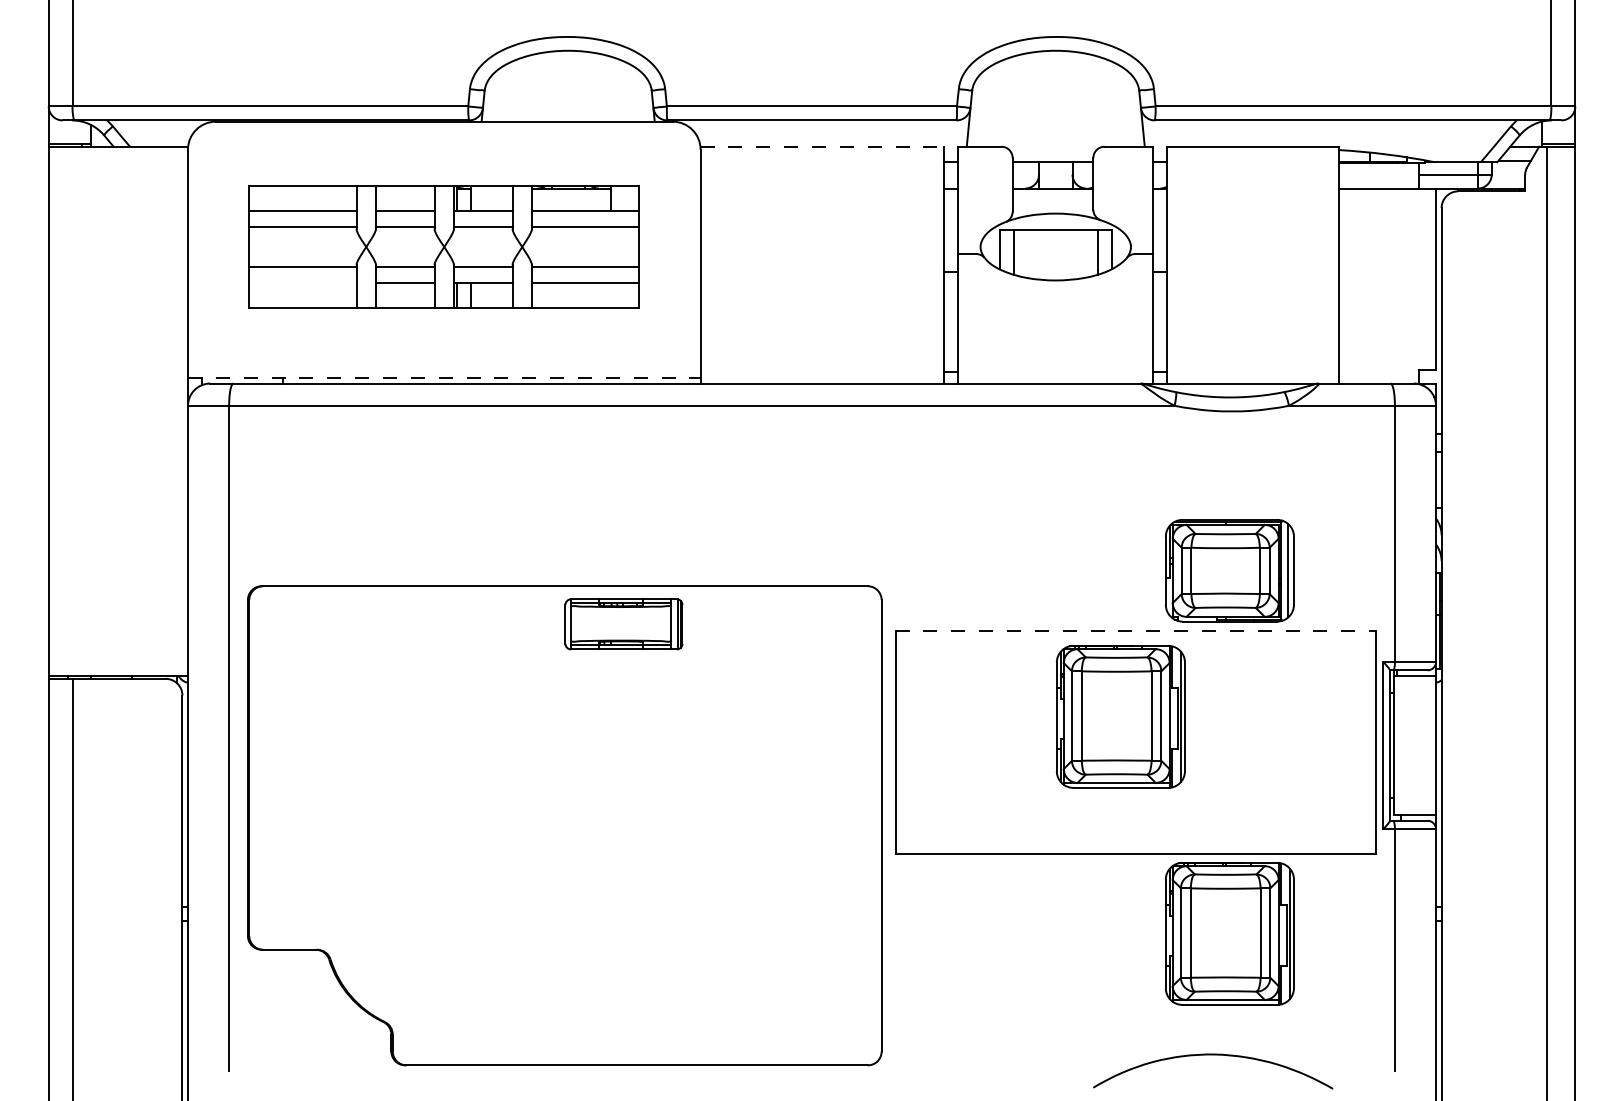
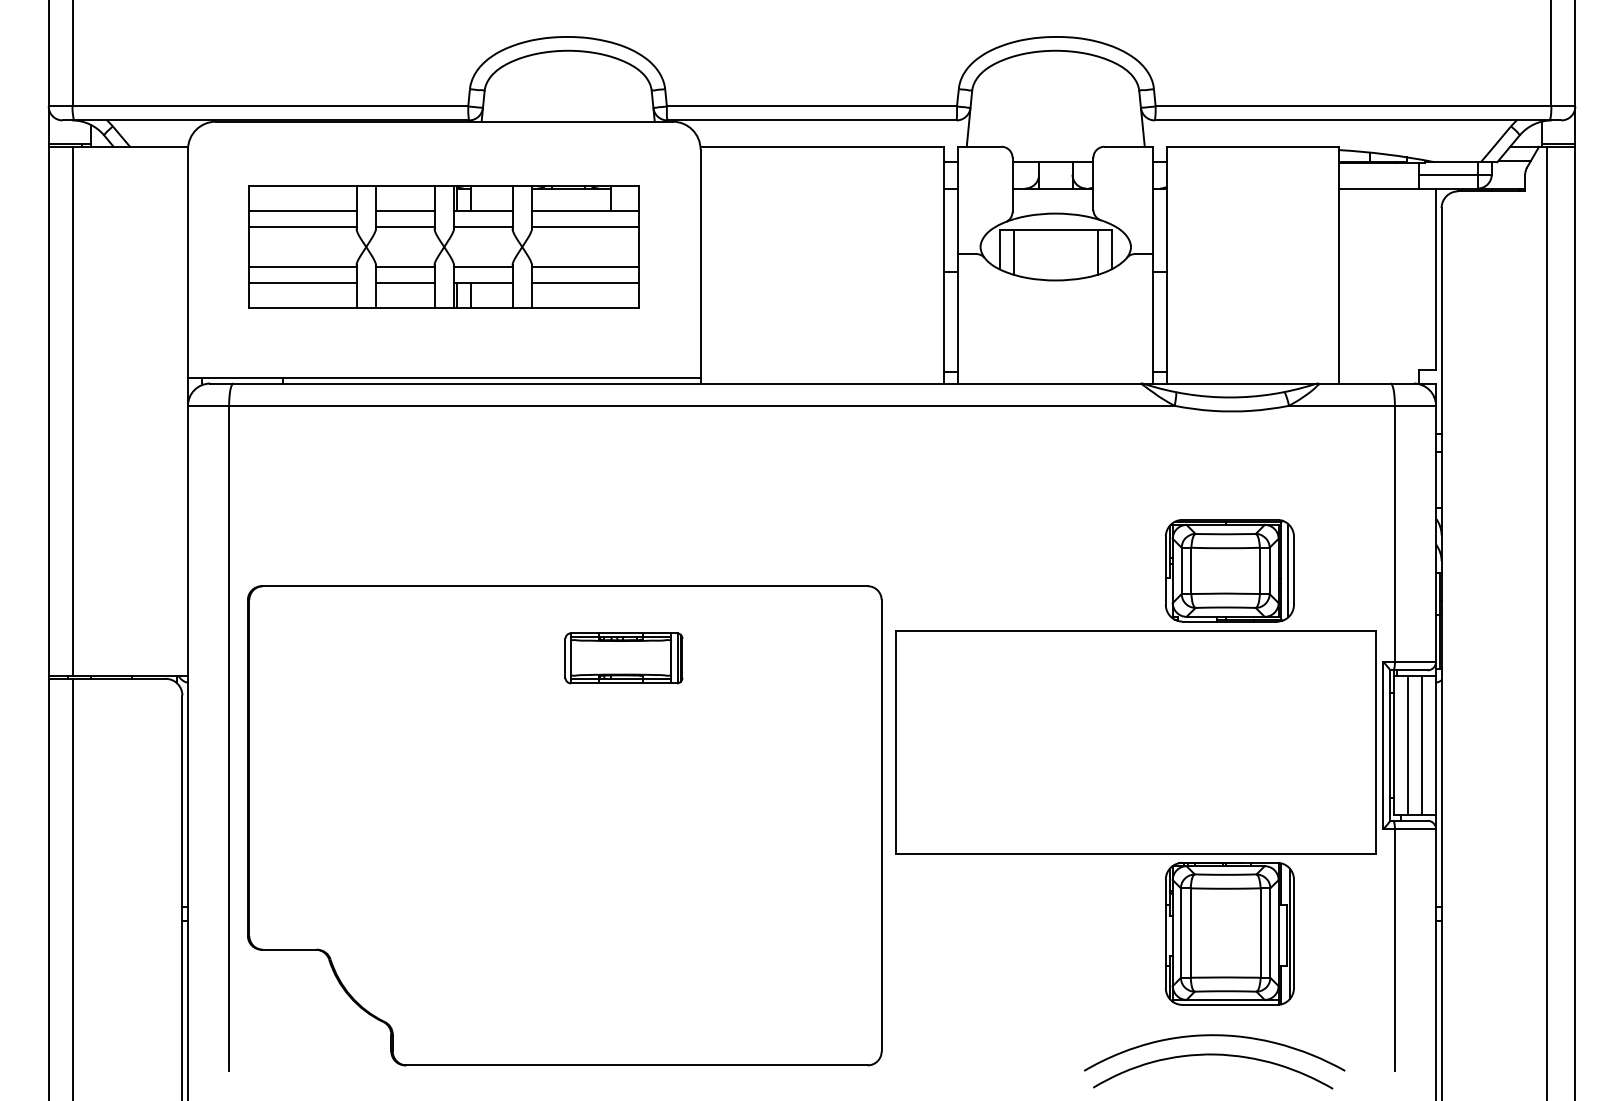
line at (822, 146): dashed -> solid
line at (302, 283): none -> present
line at (444, 377): dashed -> solid
line at (72, 411): none -> present
part at (623, 624) position: (623, 624) -> (623, 658)
line at (1136, 630): dashed -> solid
part at (1120, 716): present -> none
line at (1408, 745): none -> present
line at (1422, 745): none -> present
curve at (1214, 1036): none -> present
